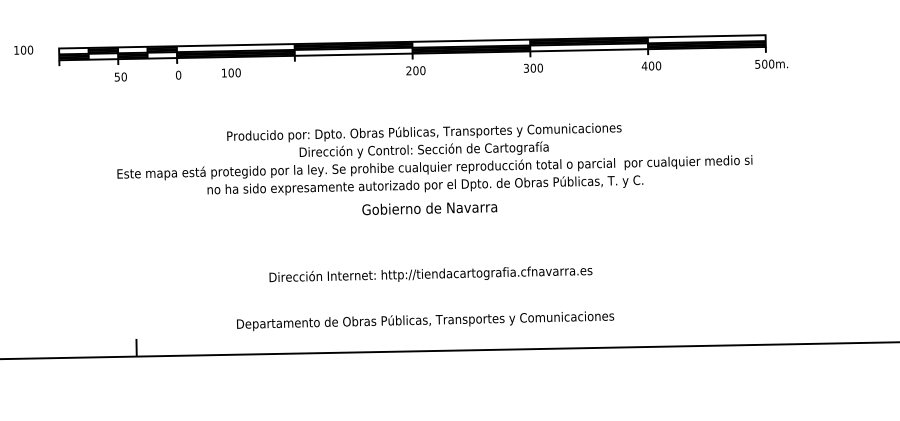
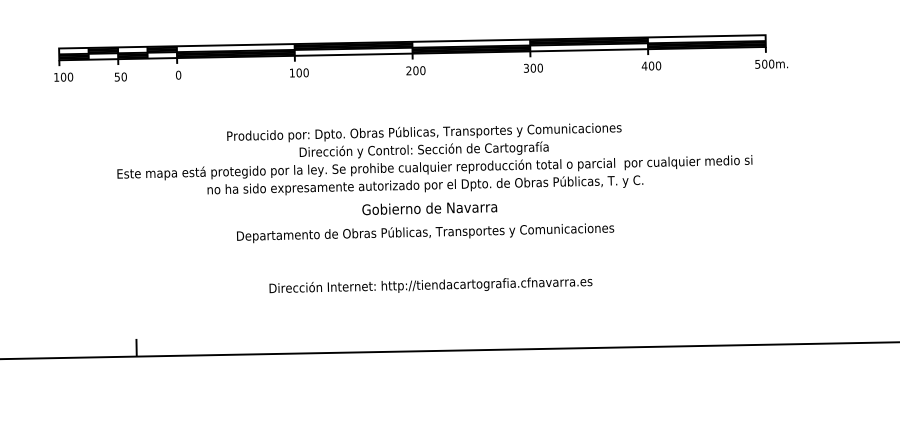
text at (23, 49) position: (23, 49) -> (63, 76)
text at (231, 72) position: (231, 72) -> (299, 72)
text at (430, 274) position: (430, 274) -> (430, 285)
text at (425, 321) position: (425, 321) -> (425, 233)
